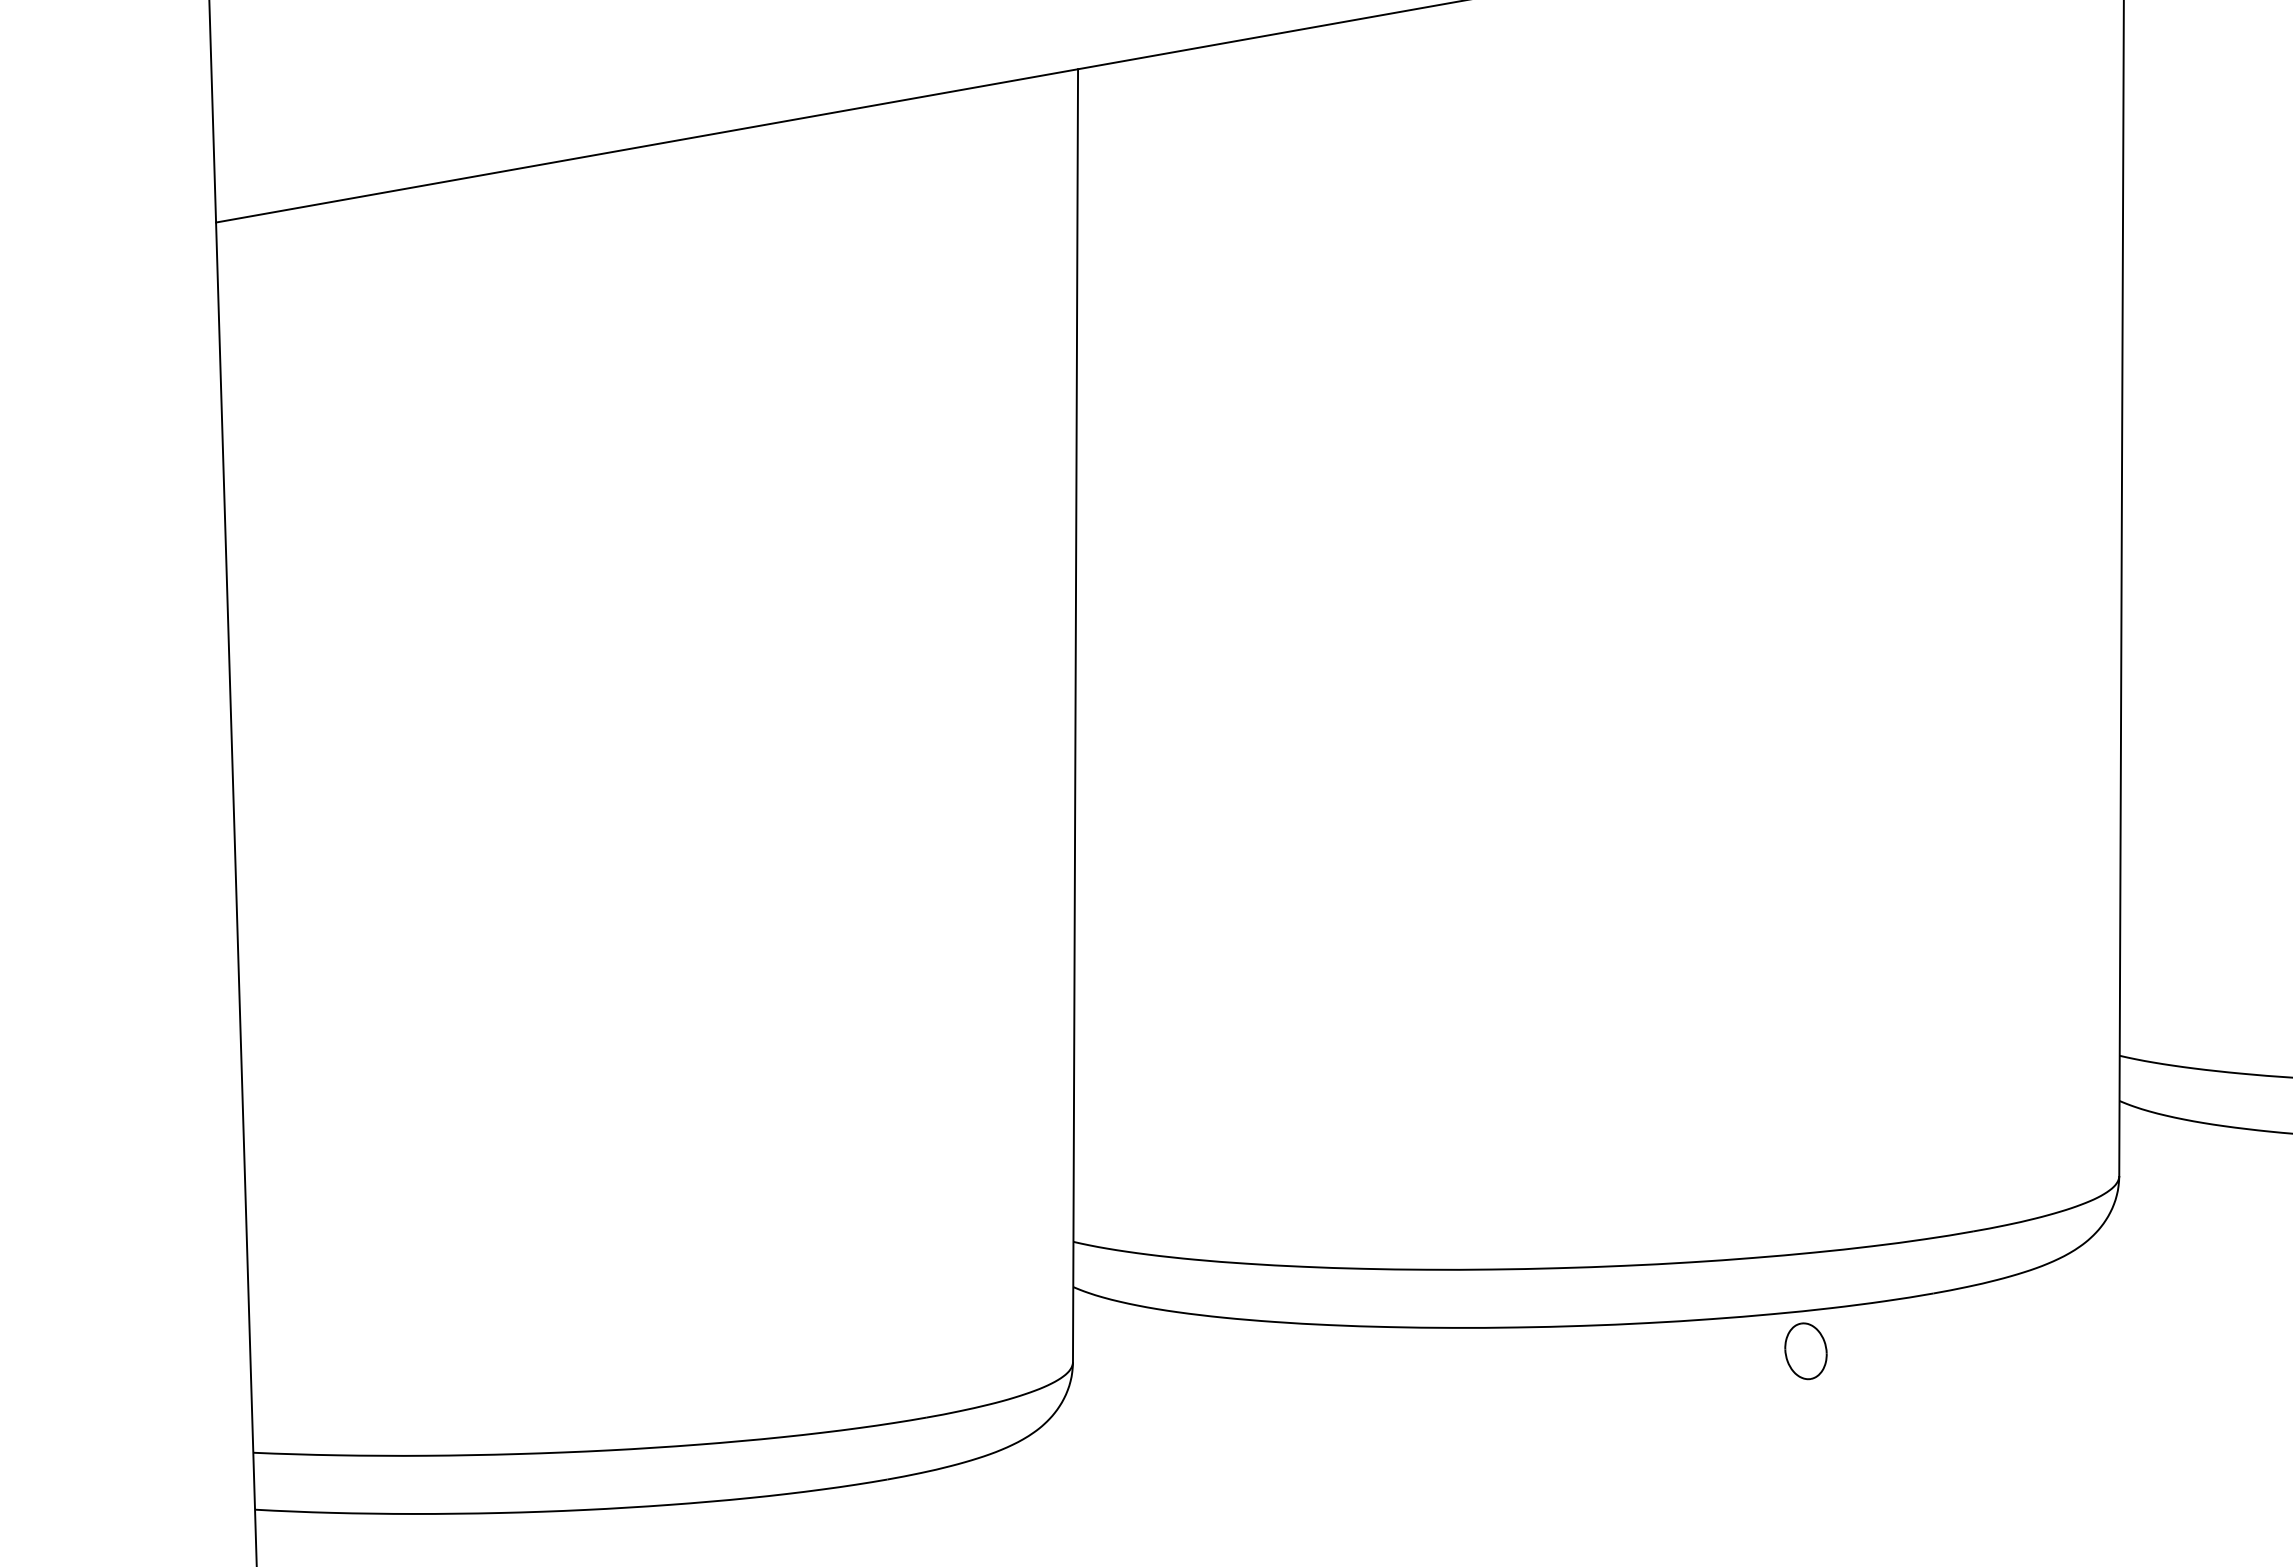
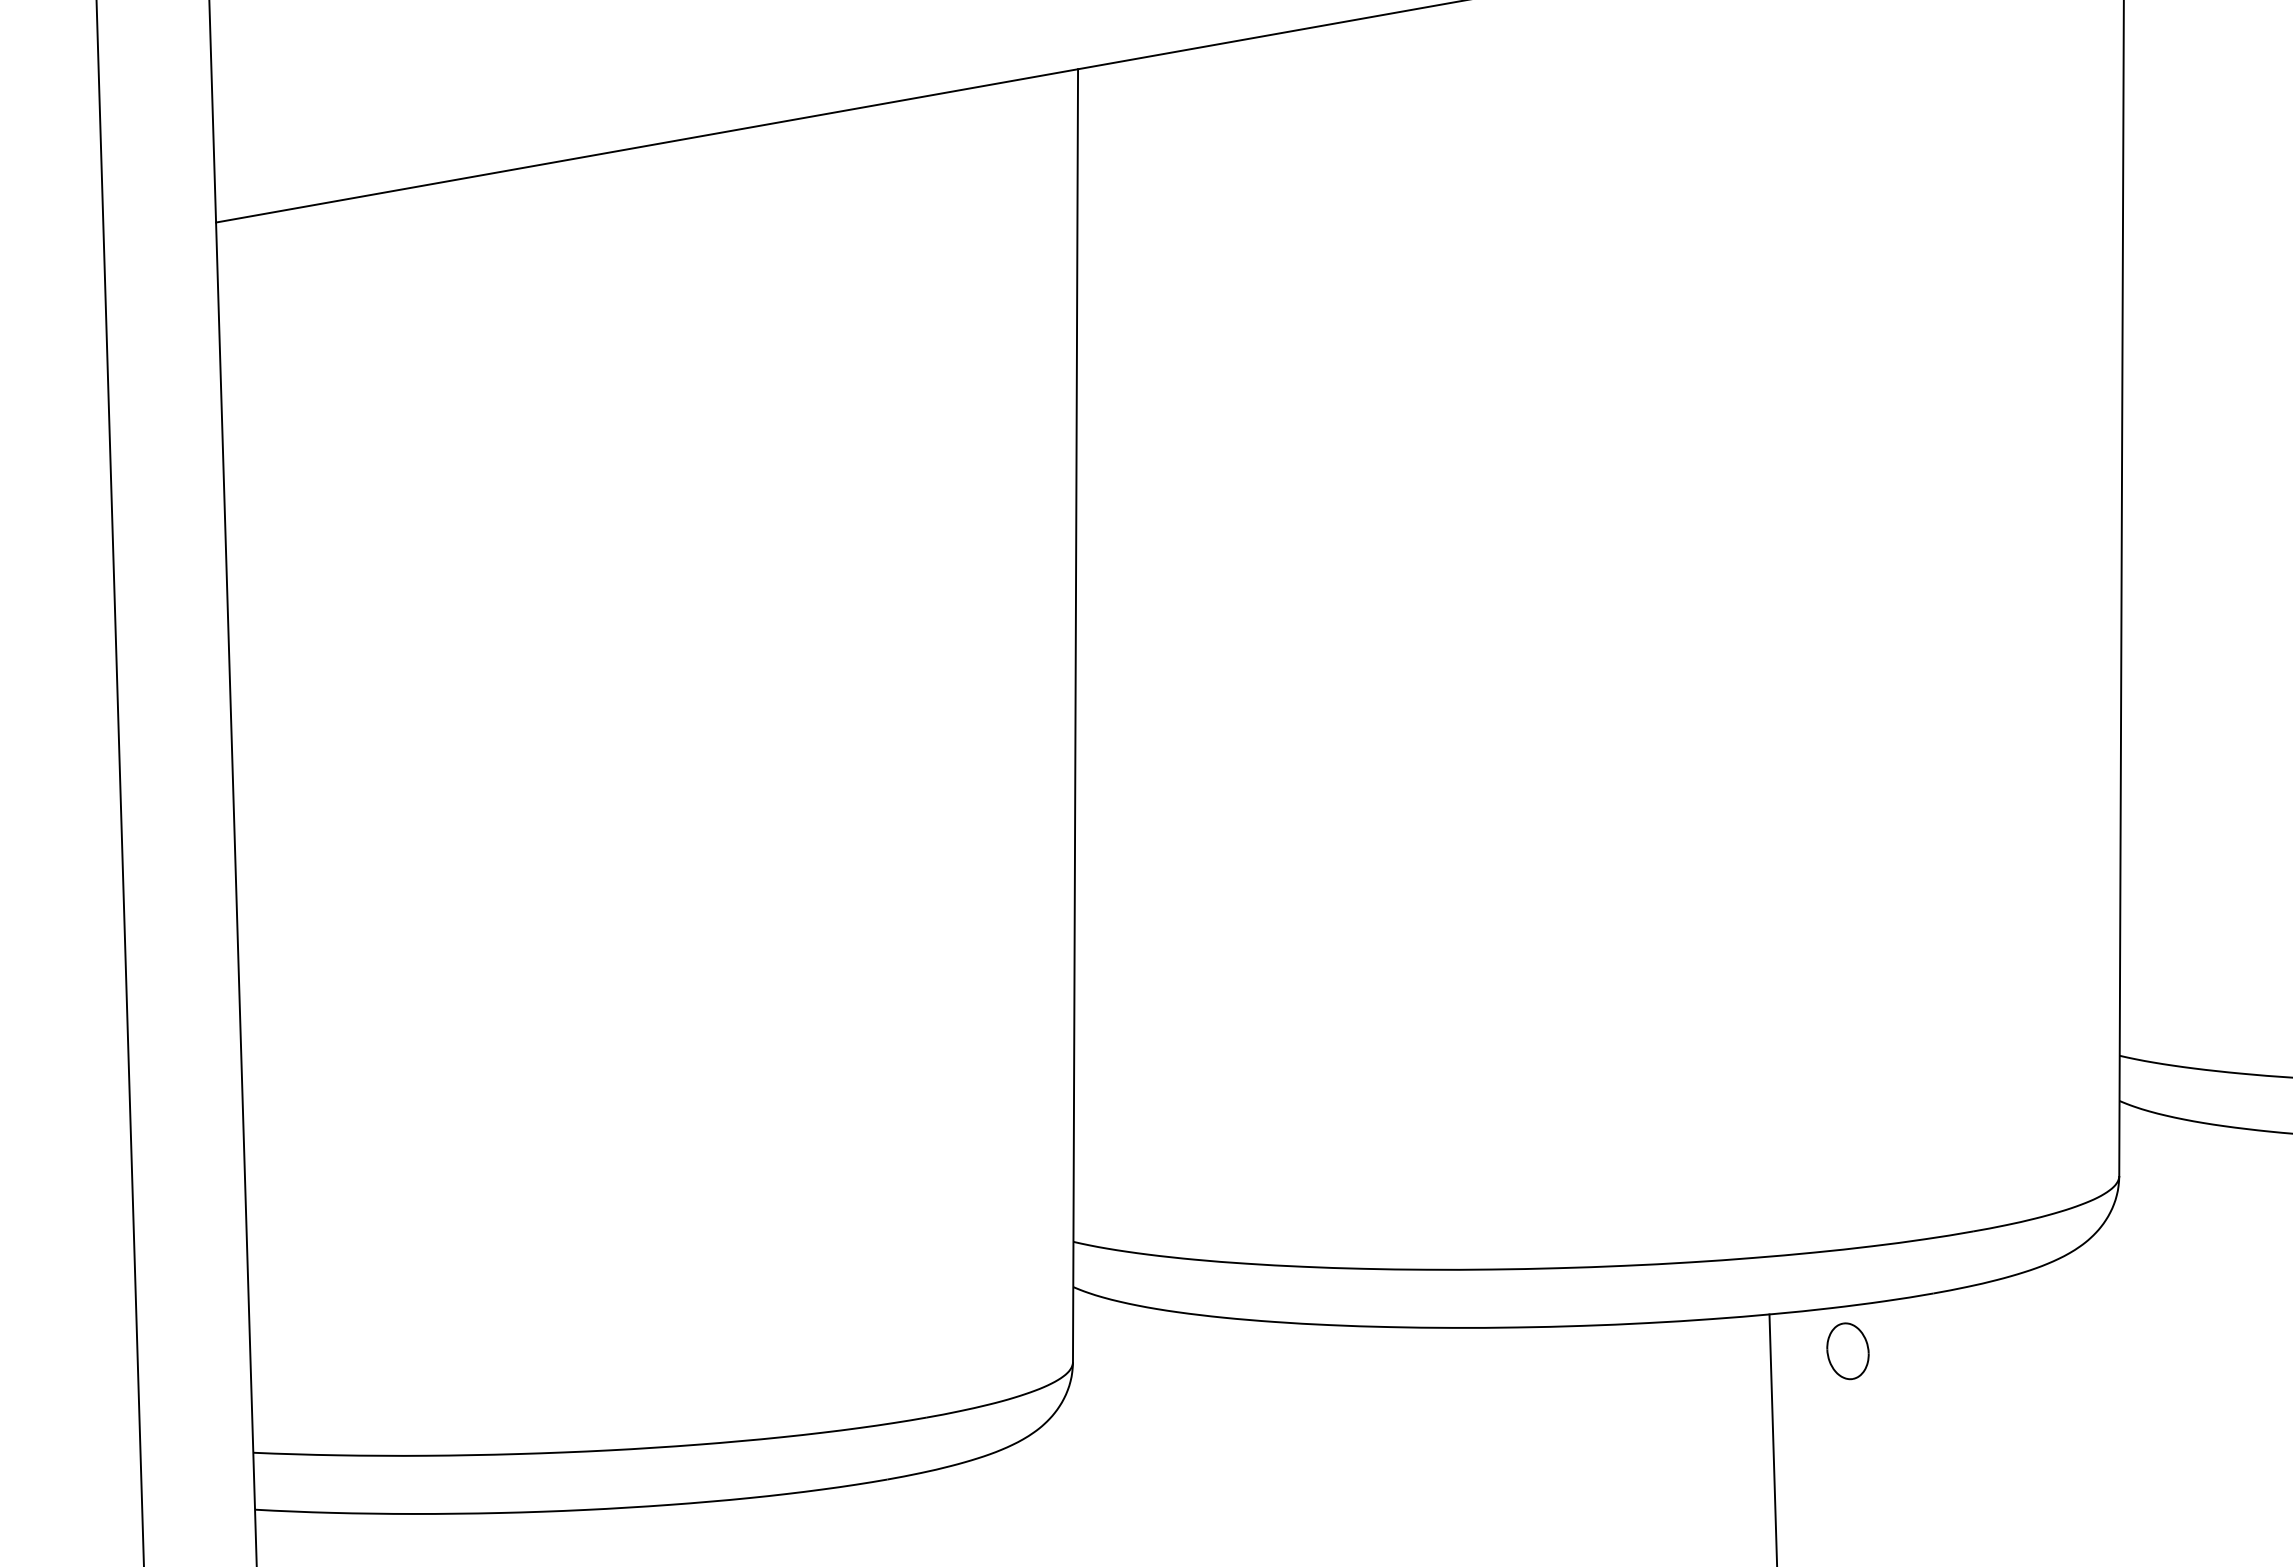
line at (119, 782): none -> present
part at (1805, 1351) position: (1805, 1351) -> (1847, 1351)
line at (1773, 1438): none -> present
